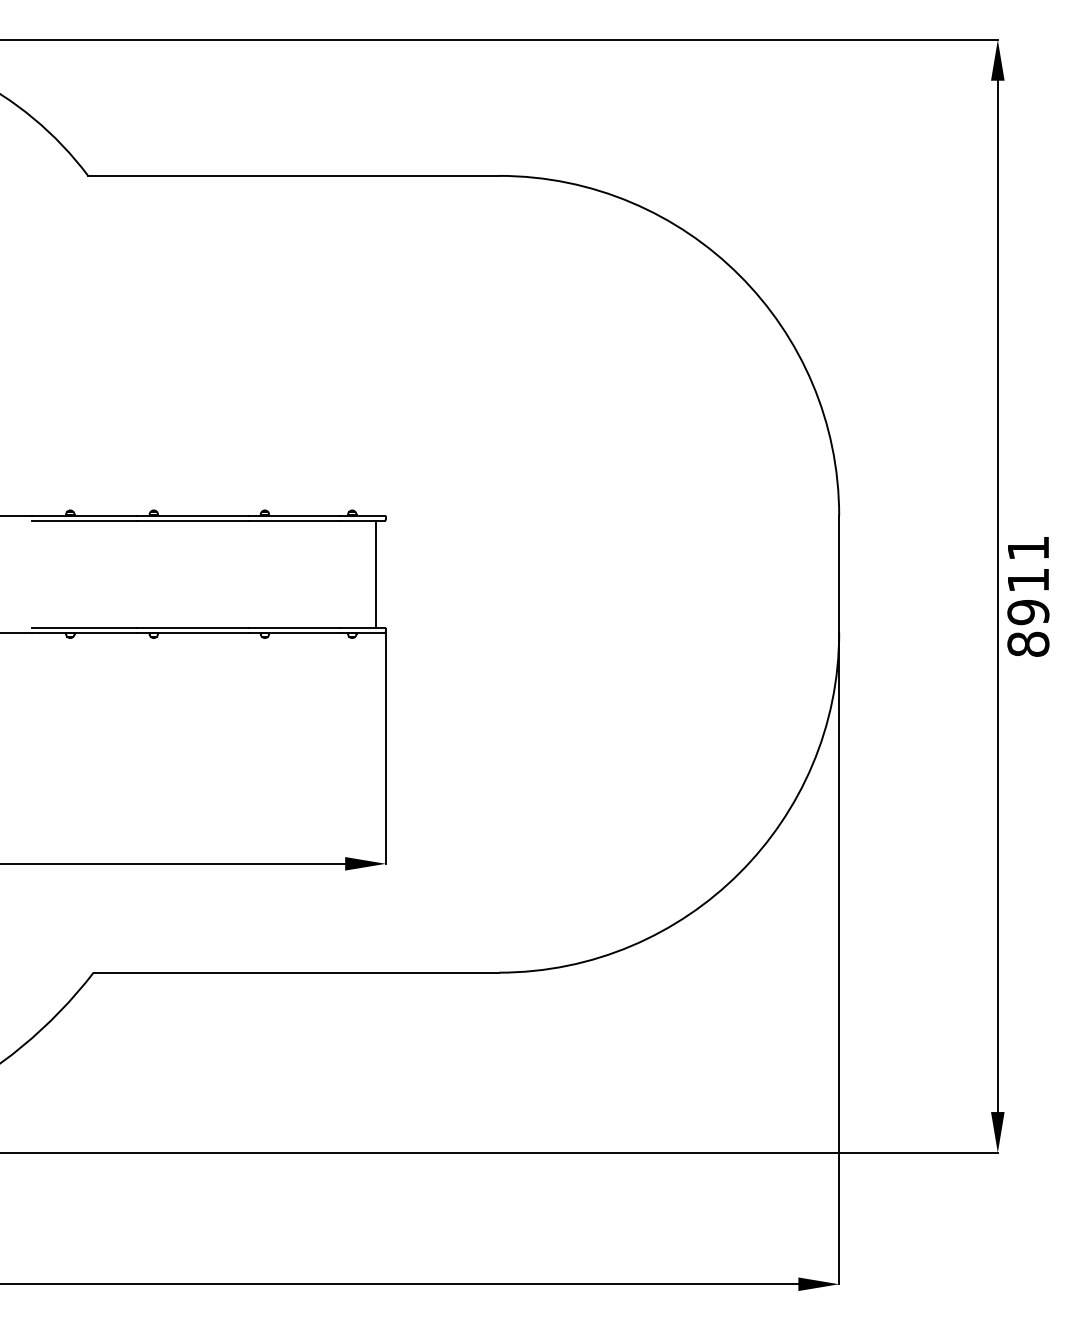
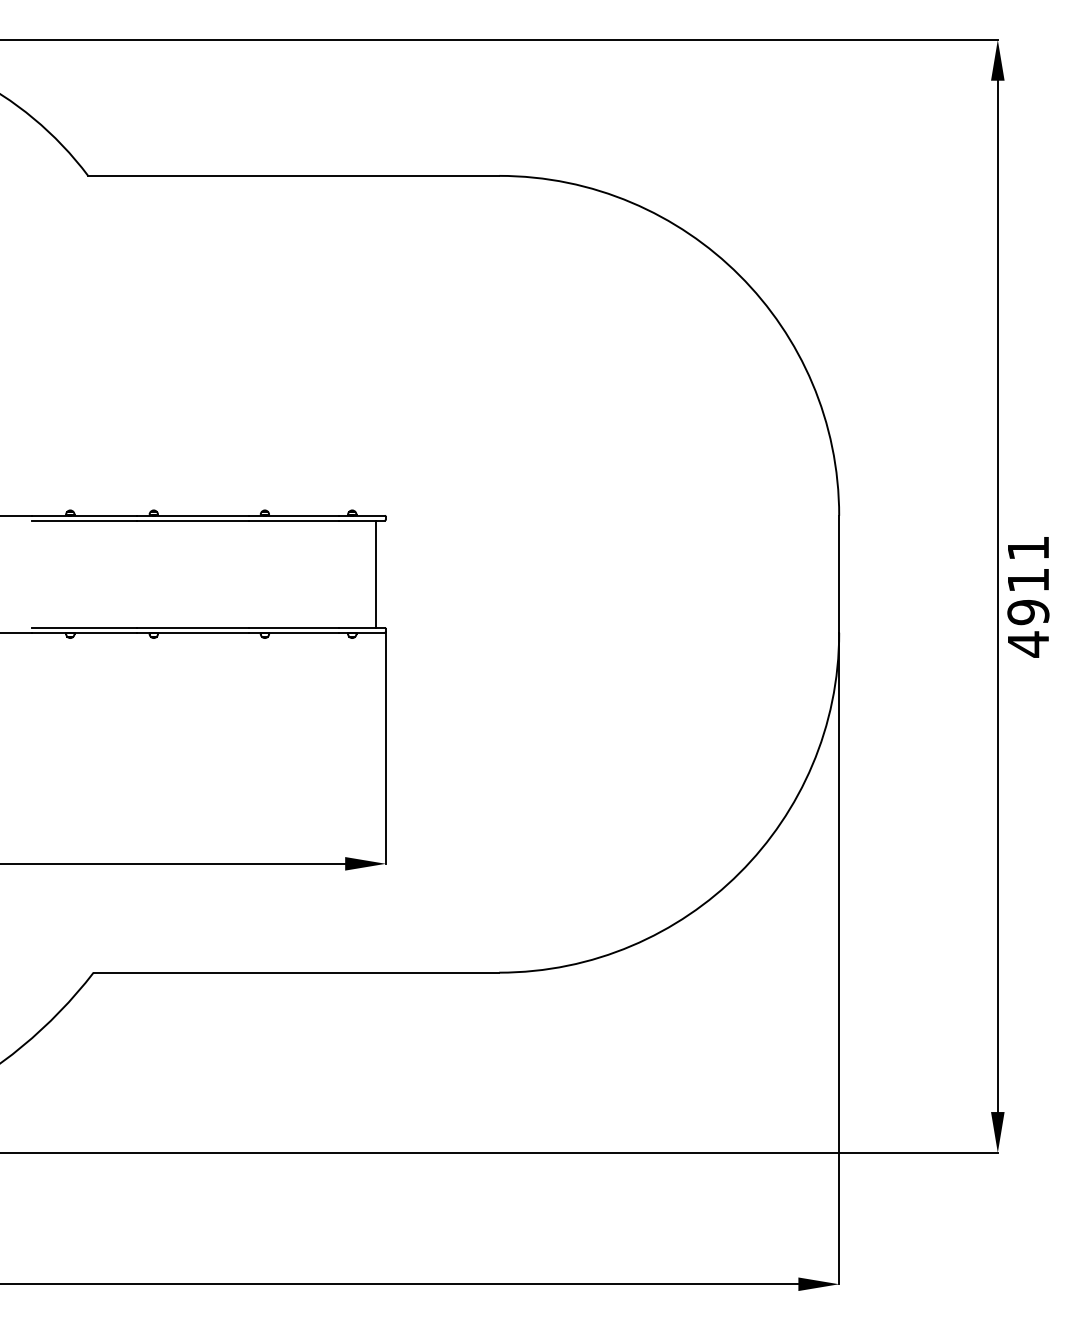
text at (1028, 644): 8911 -> 4911
